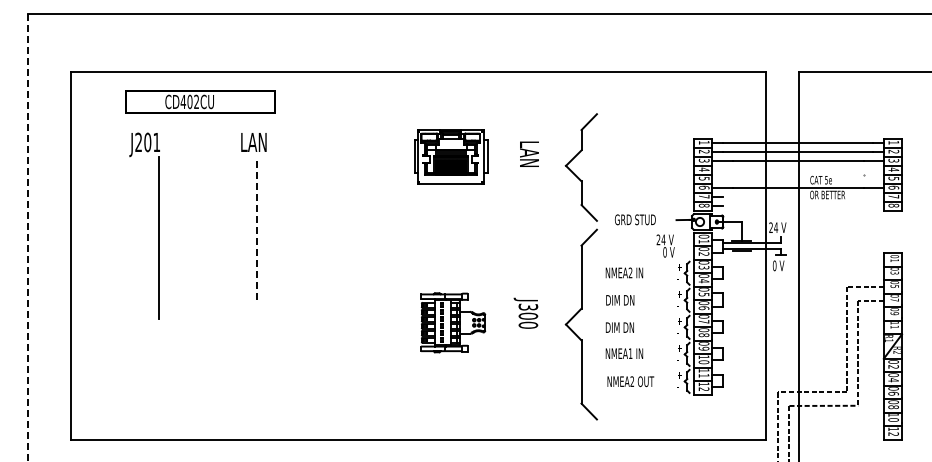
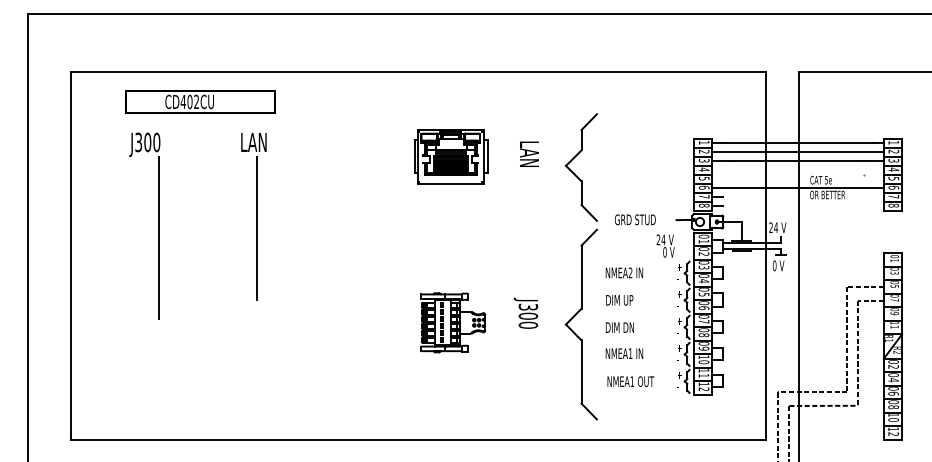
text at (147, 142): J201 -> J300
line at (257, 228): dashed -> solid
line at (27, 237): dashed -> solid
text at (629, 300): DIM DN -> DIM UP
text at (631, 381): NMEA2 -> NMEA1
